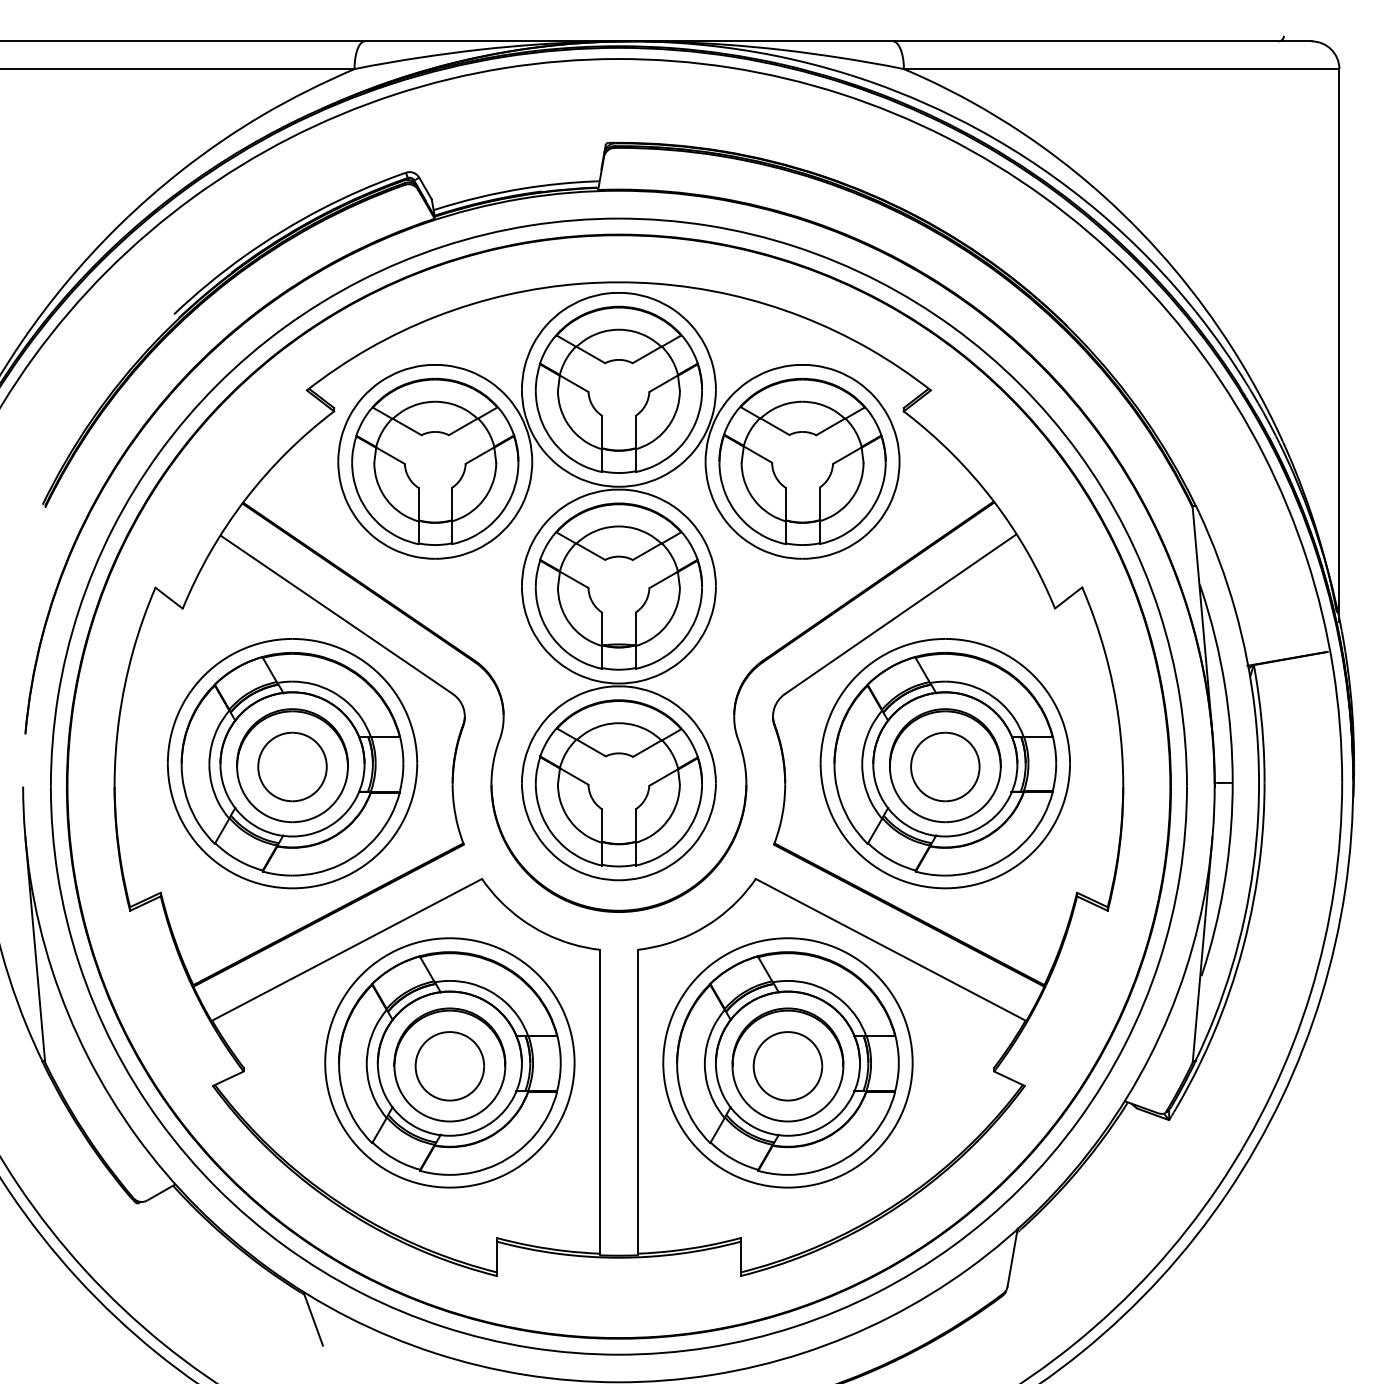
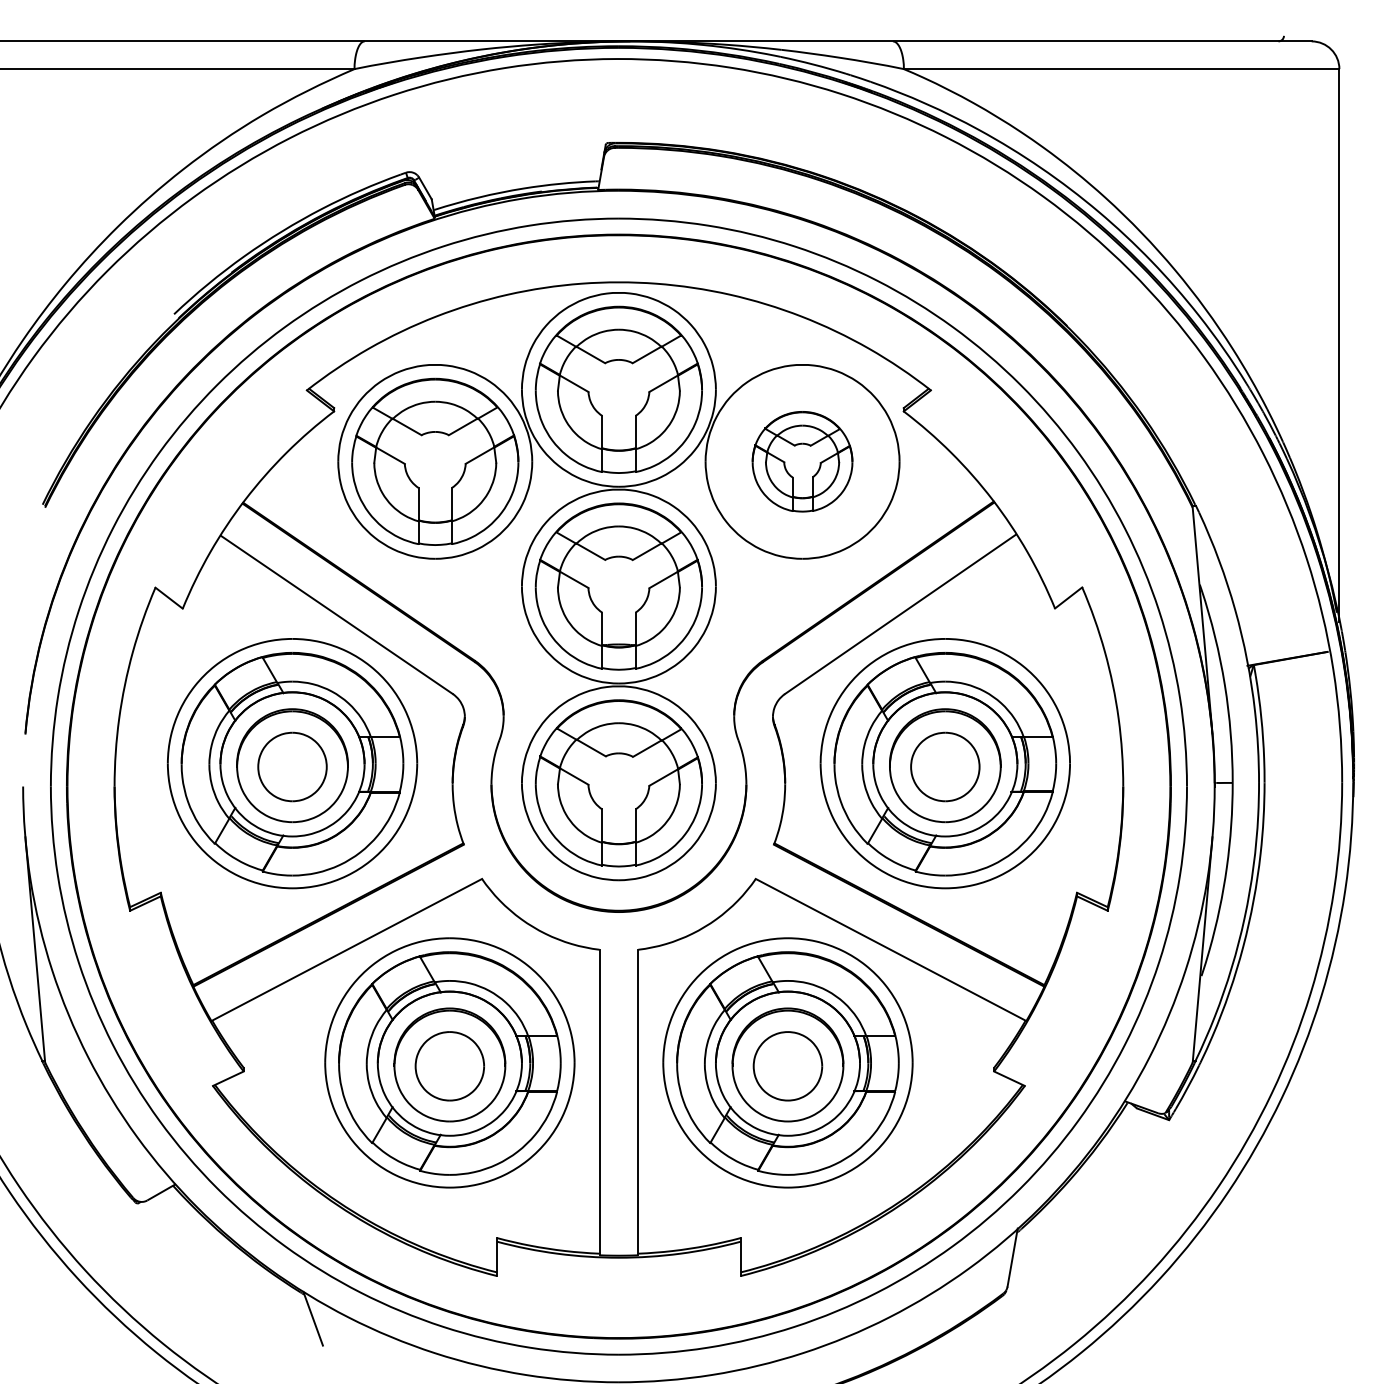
part at (802, 461) size: 169x169 px -> 103x102 px
